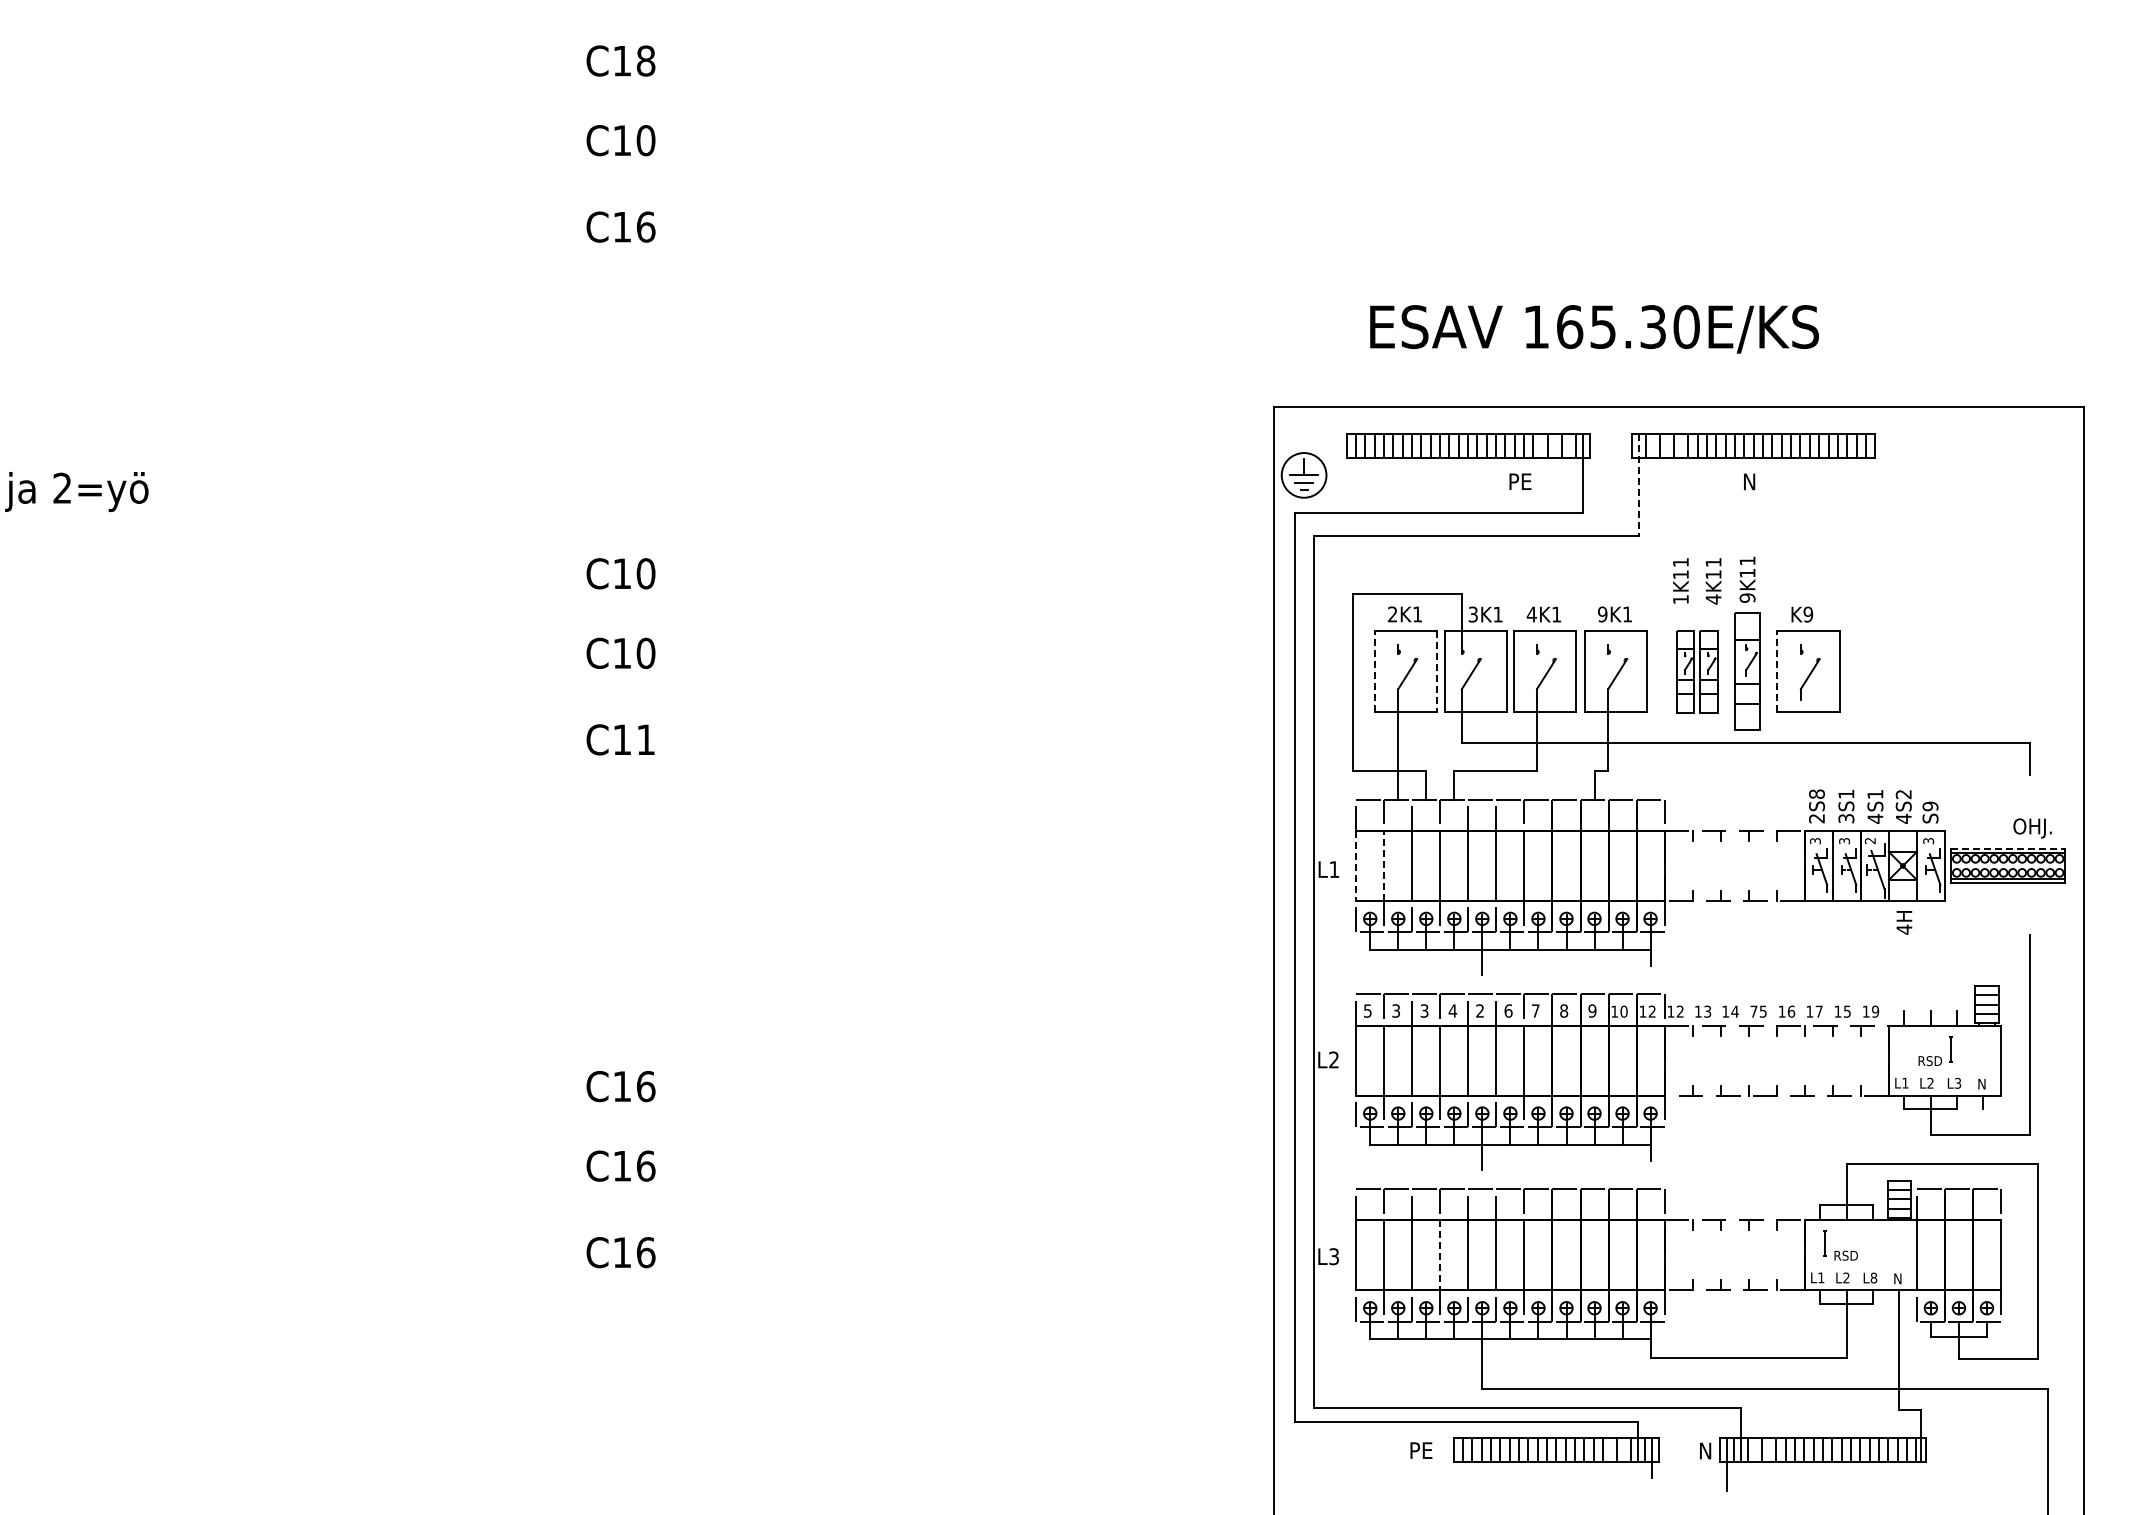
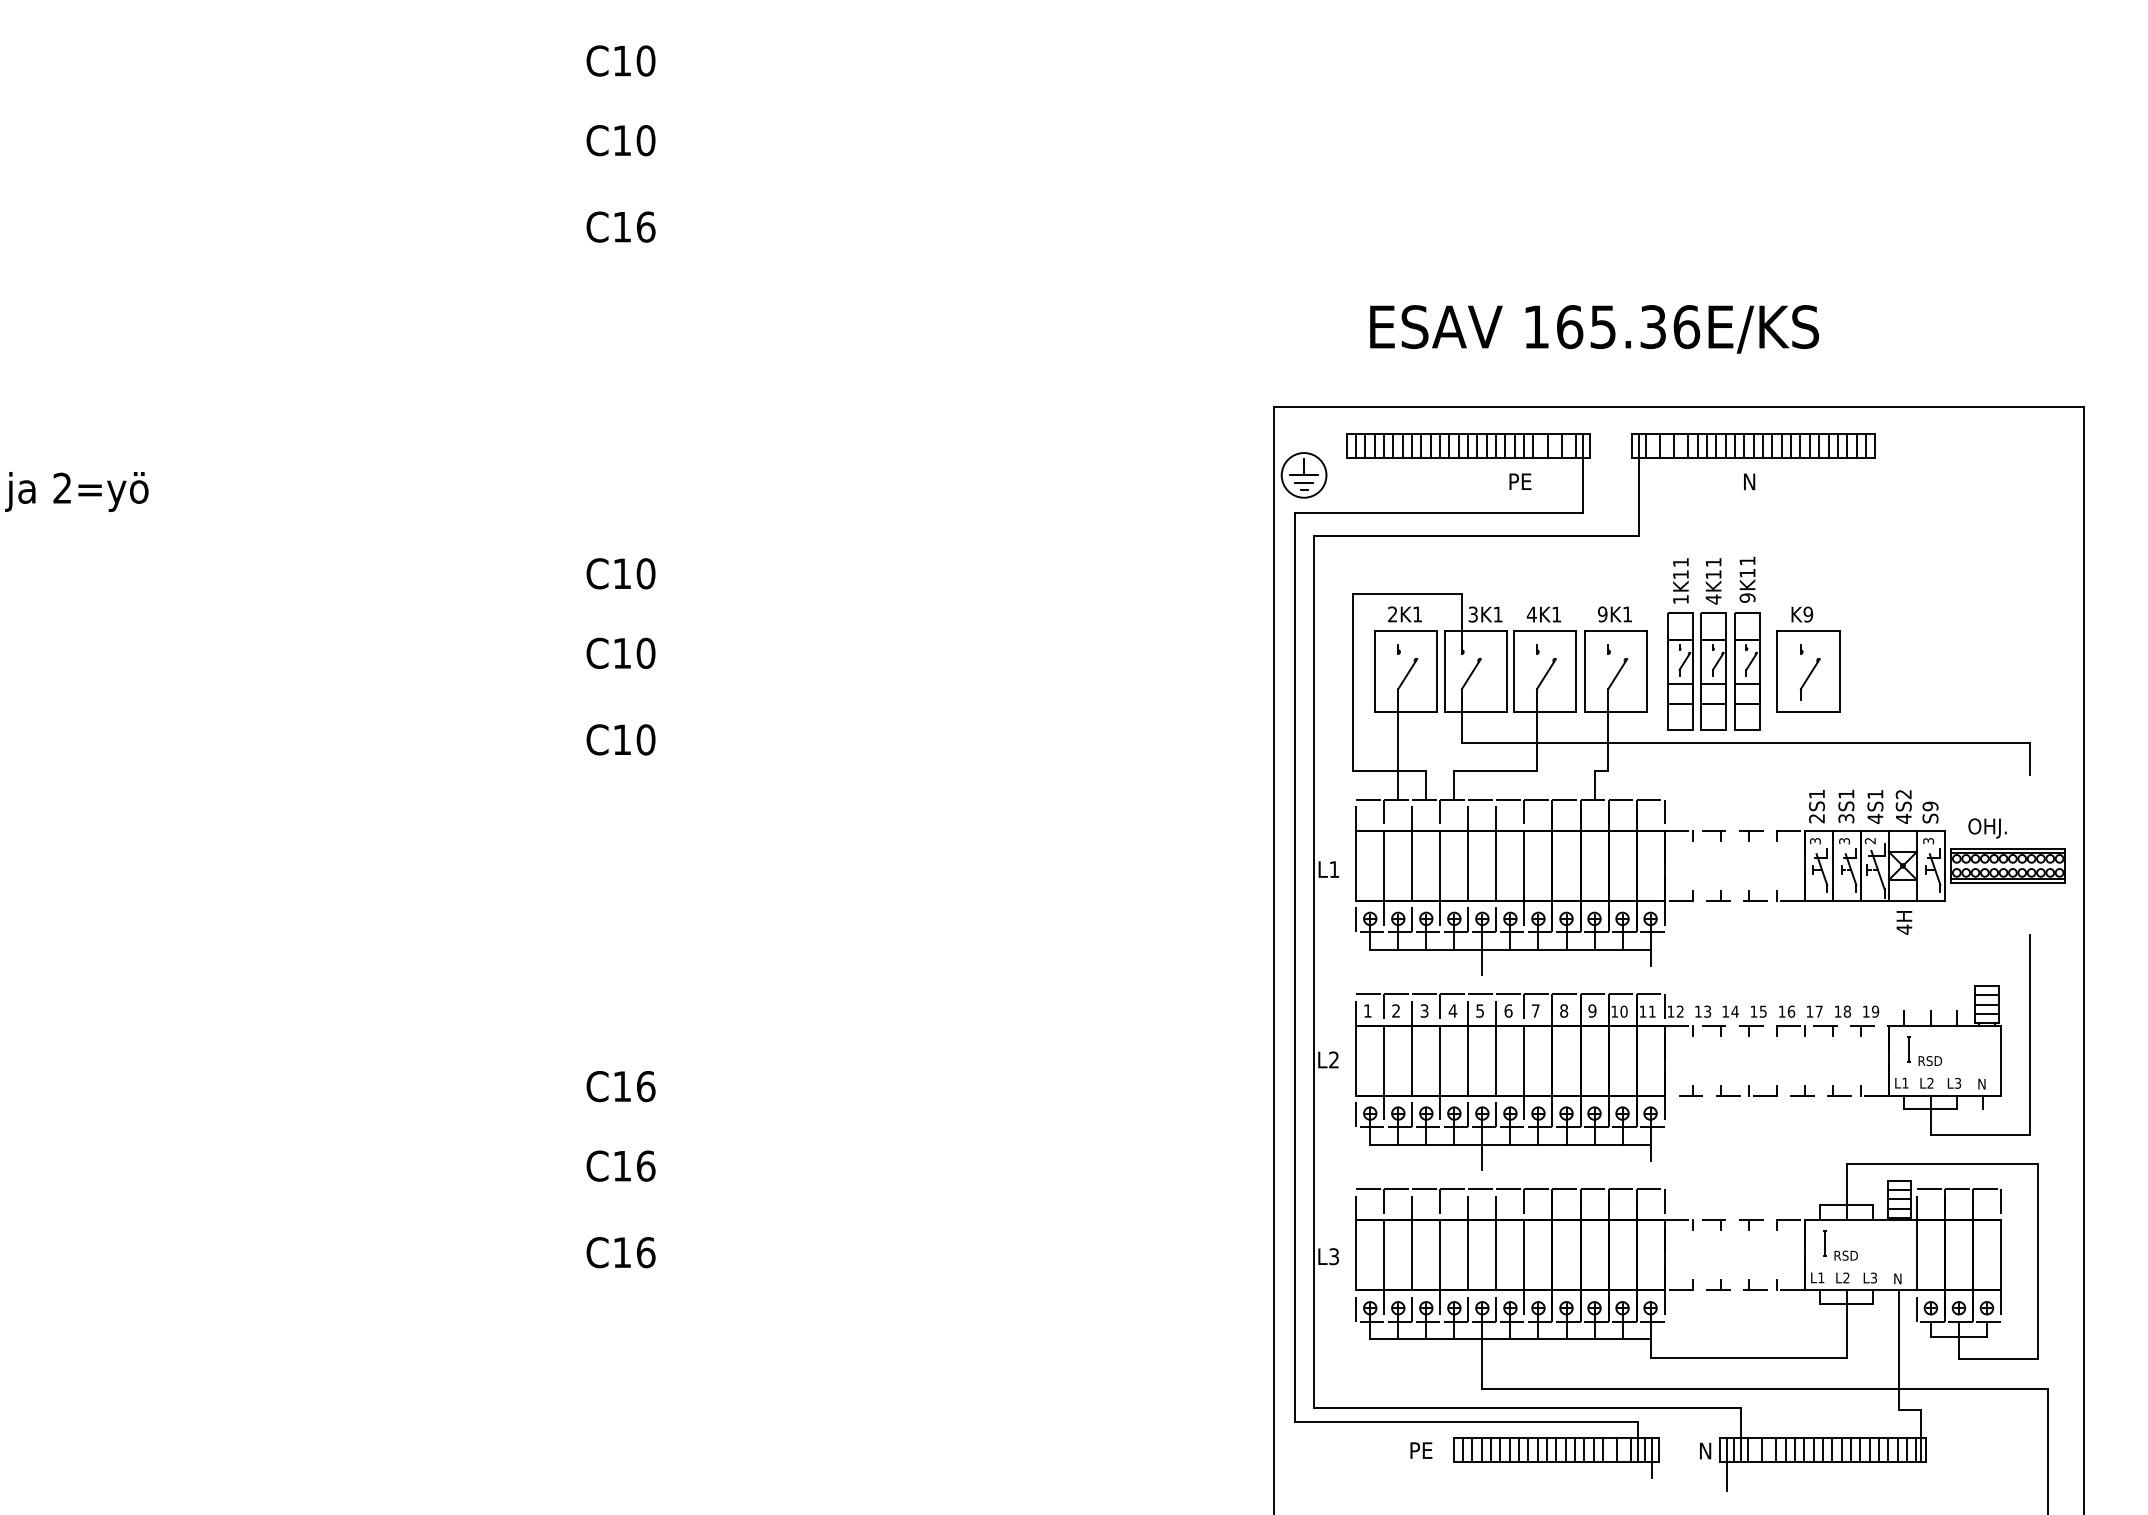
text at (645, 60): C18 -> C10
text at (1686, 326): 165.30E/KS -> 165.36E/KS
line at (1639, 484): dashed -> solid
line at (1374, 671): dashed -> solid
part at (1697, 671) size: 43x84 px -> 60x119 px
line at (1777, 671): dashed -> solid
line at (1437, 672): dashed -> solid
text at (645, 739): C11 -> C10
text at (1816, 793): 2S8 -> 2S1
text at (2032, 828) position: (2032, 828) -> (1987, 828)
line at (2008, 848): dashed -> solid
line at (1384, 865): dashed -> solid
line at (1356, 866): dashed -> solid
text at (1367, 1010): 5 -> 1
text at (1479, 1010): 2 -> 5
text at (1395, 1011): 3 -> 2
text at (1651, 1011): 12 -> 11
text at (1753, 1011): 75 -> 15
text at (1846, 1011): 15 -> 18
part at (1950, 1049) position: (1950, 1049) -> (1908, 1049)
line at (1440, 1255): dashed -> solid
text at (1873, 1277): L8 -> L3
